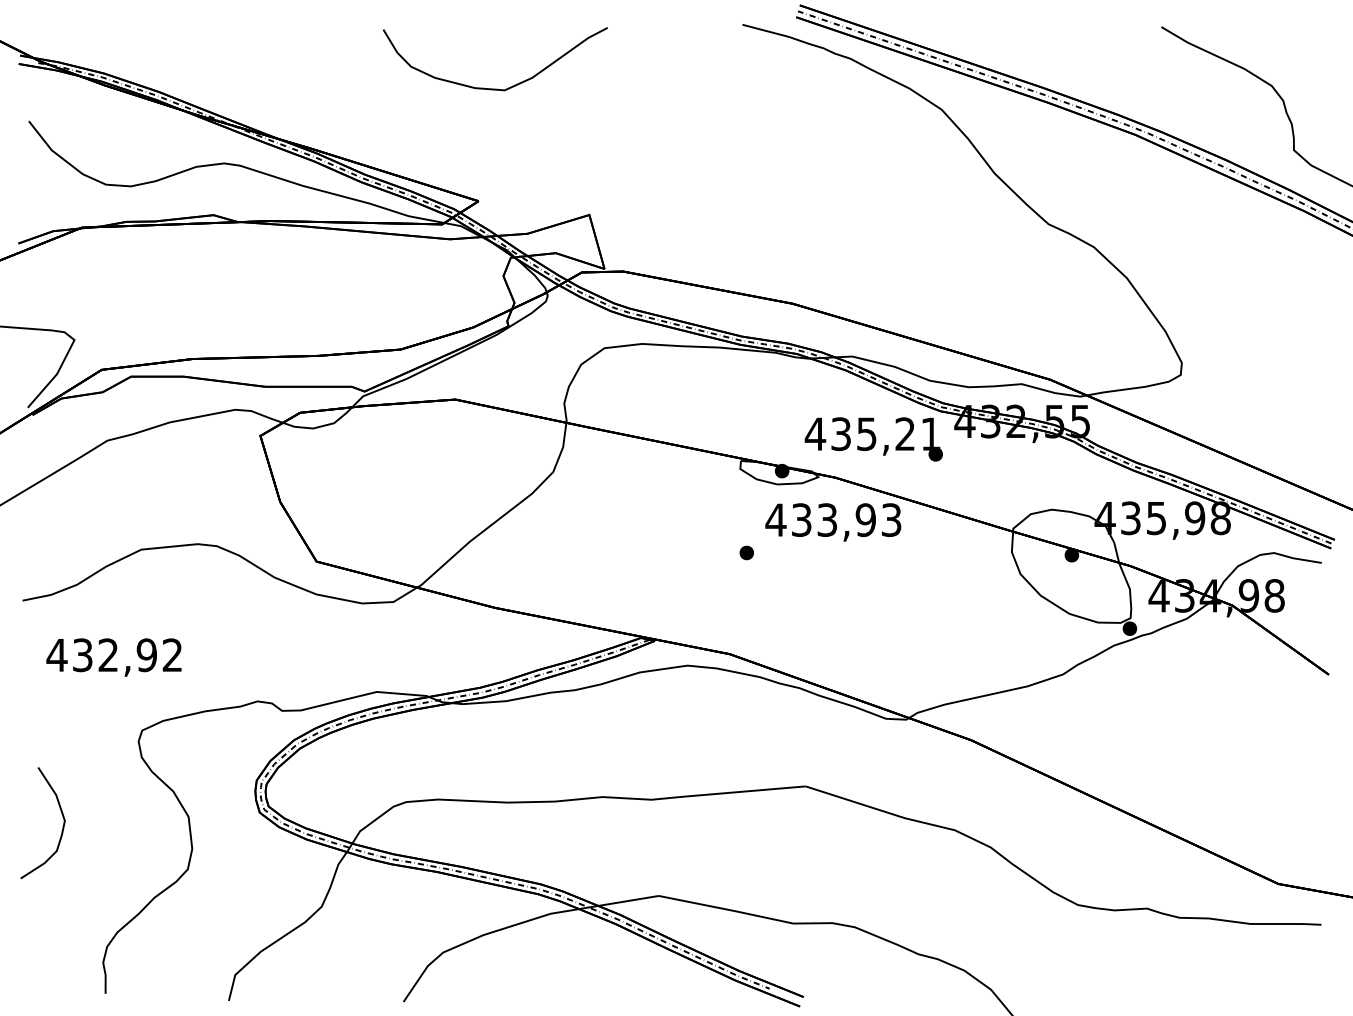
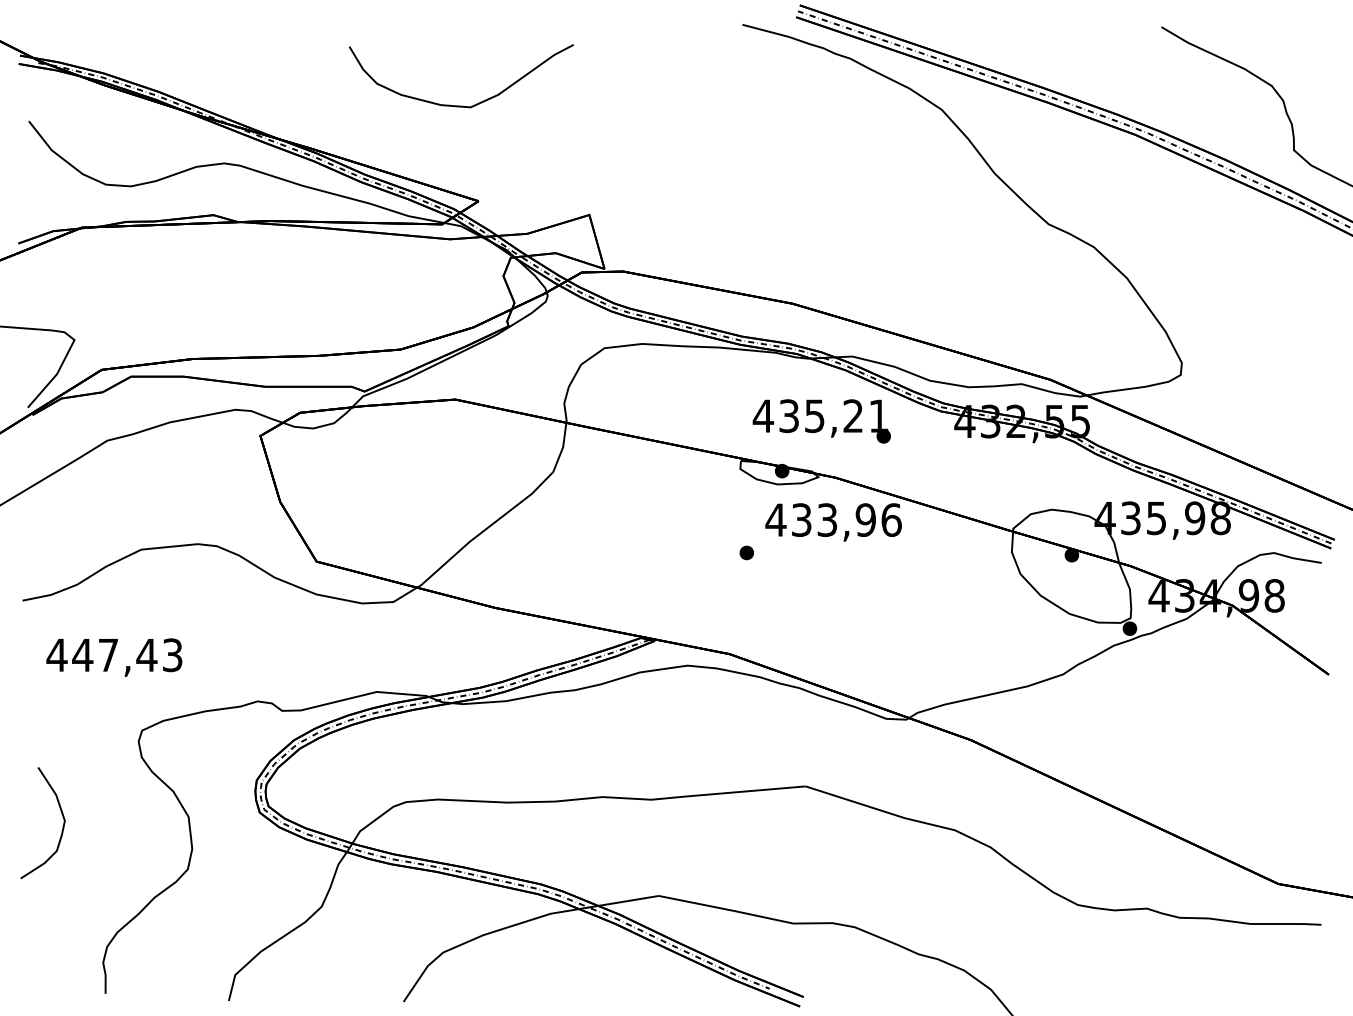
curve at (494, 88) position: (494, 88) -> (460, 105)
text at (873, 439) position: (873, 439) -> (821, 421)
text at (891, 520): 433,93 -> 433,96
text at (127, 655): 432,92 -> 447,43
